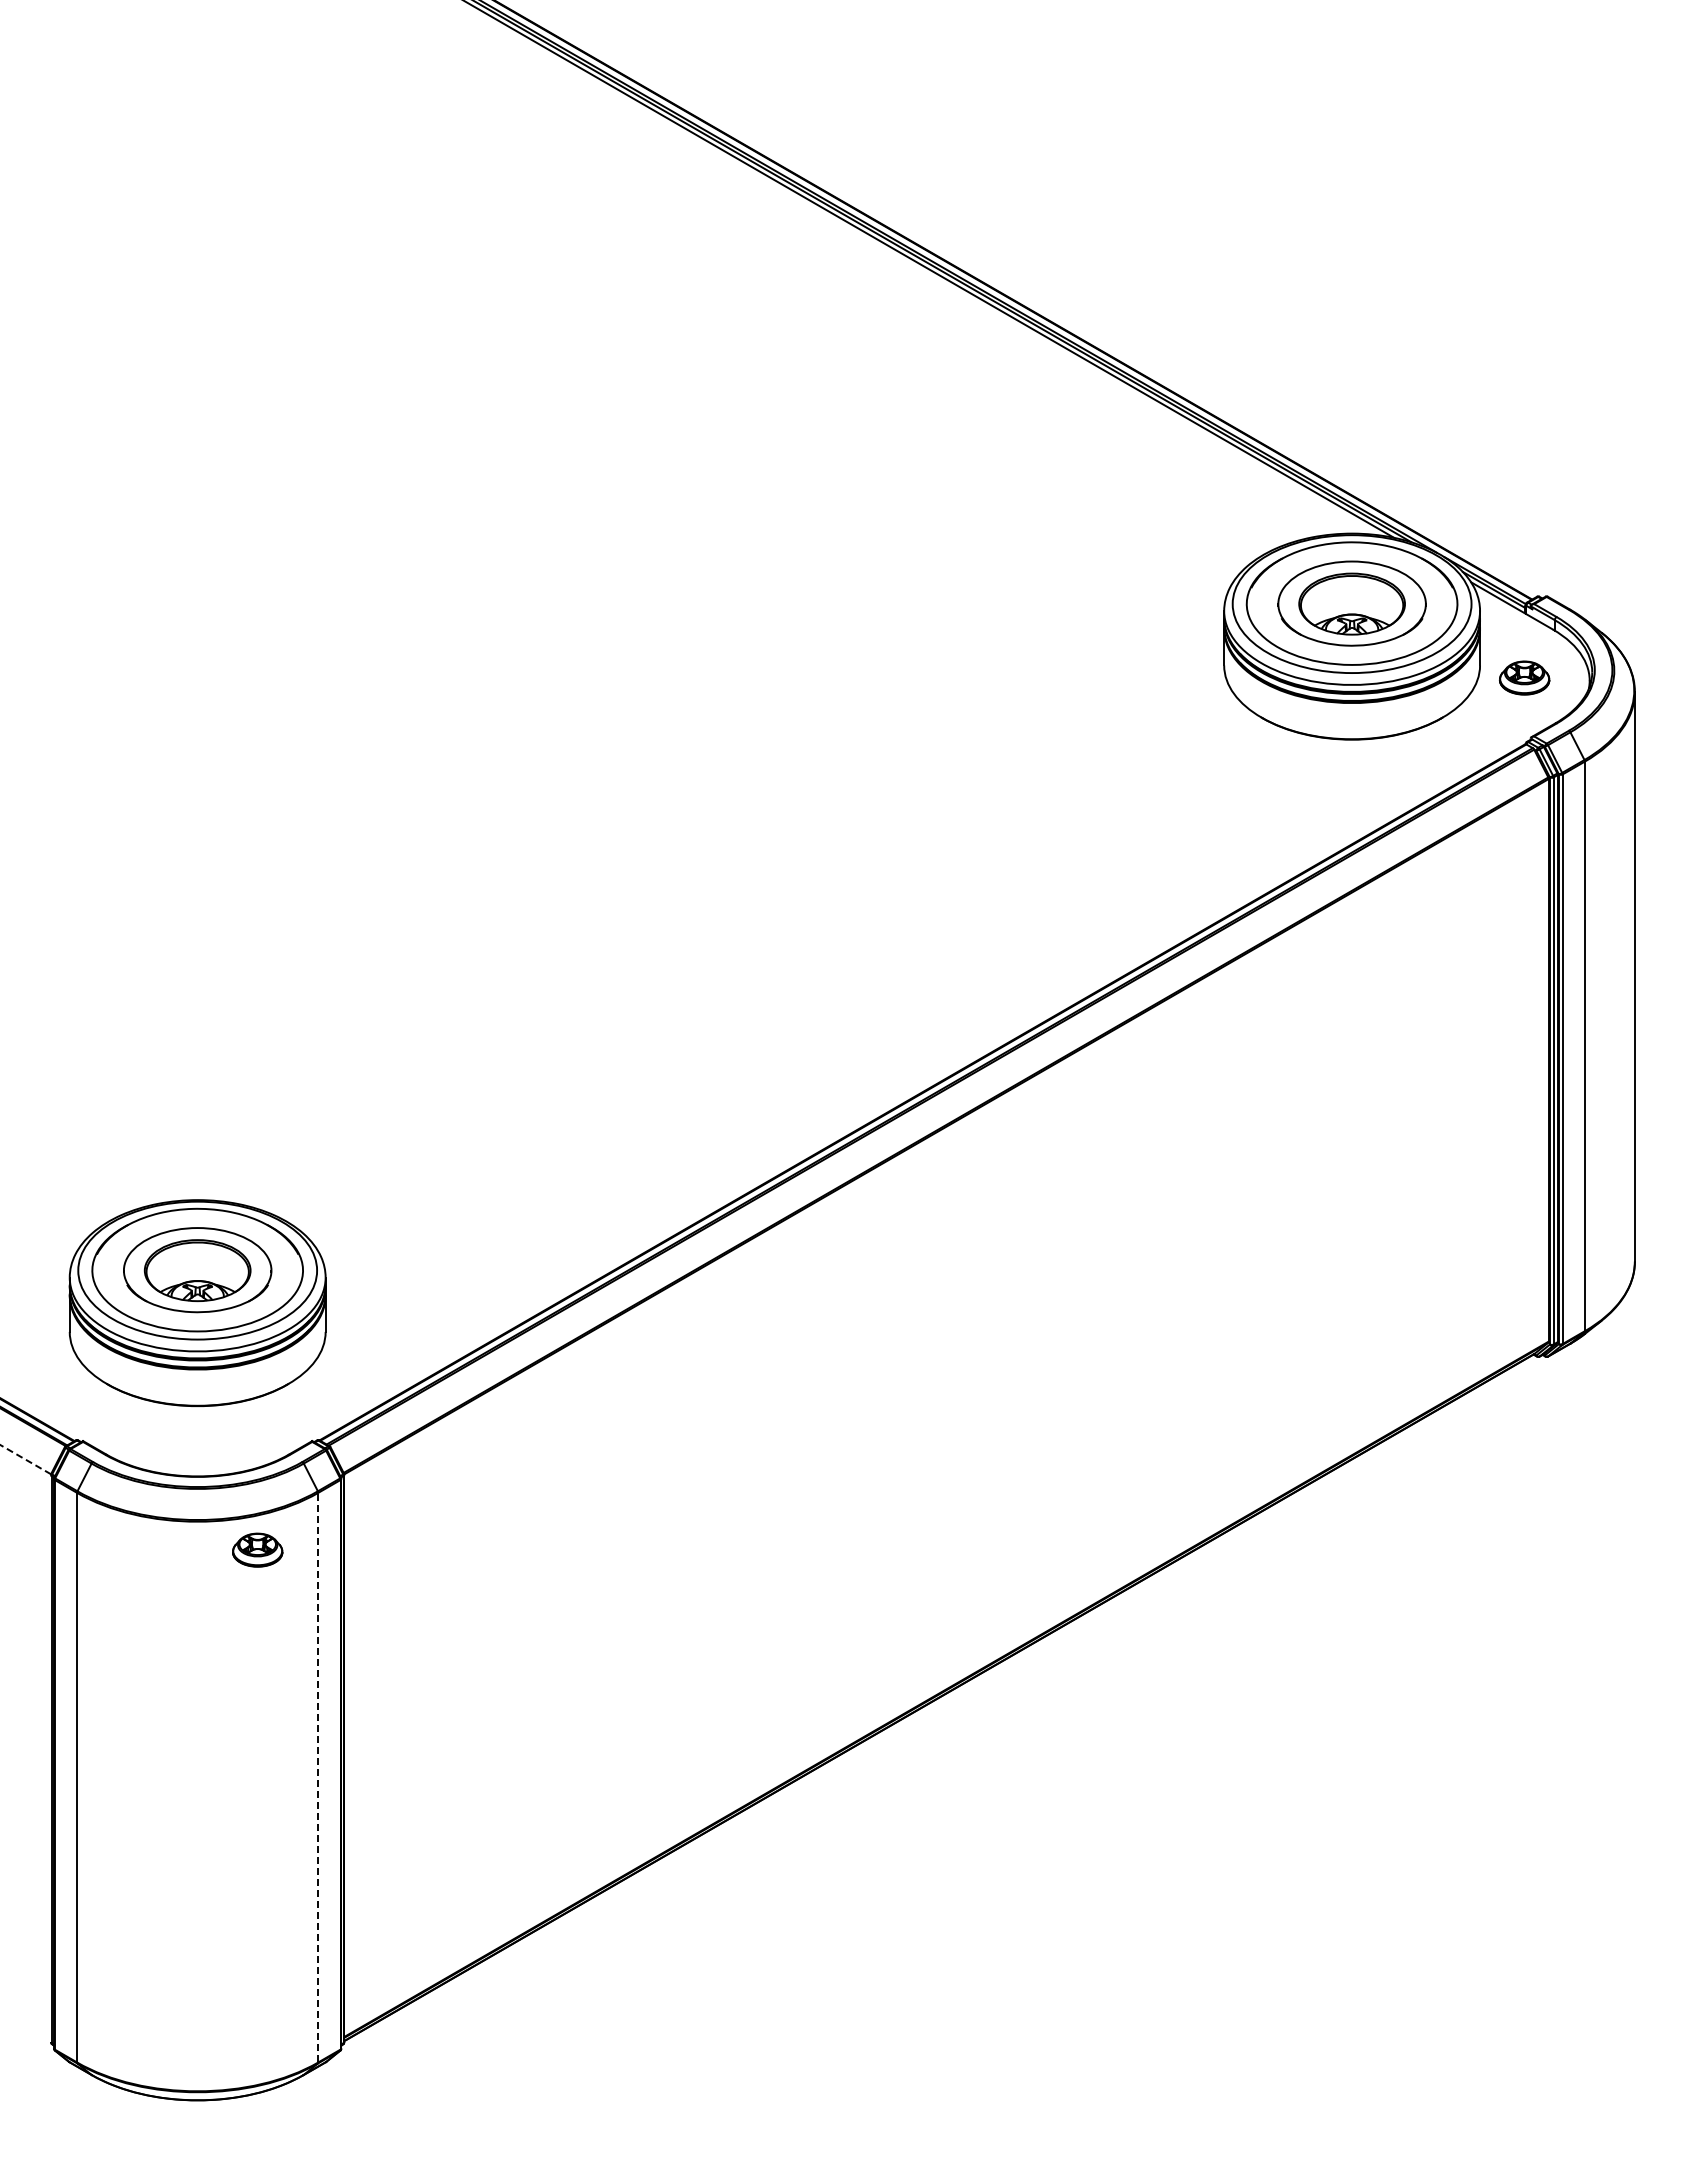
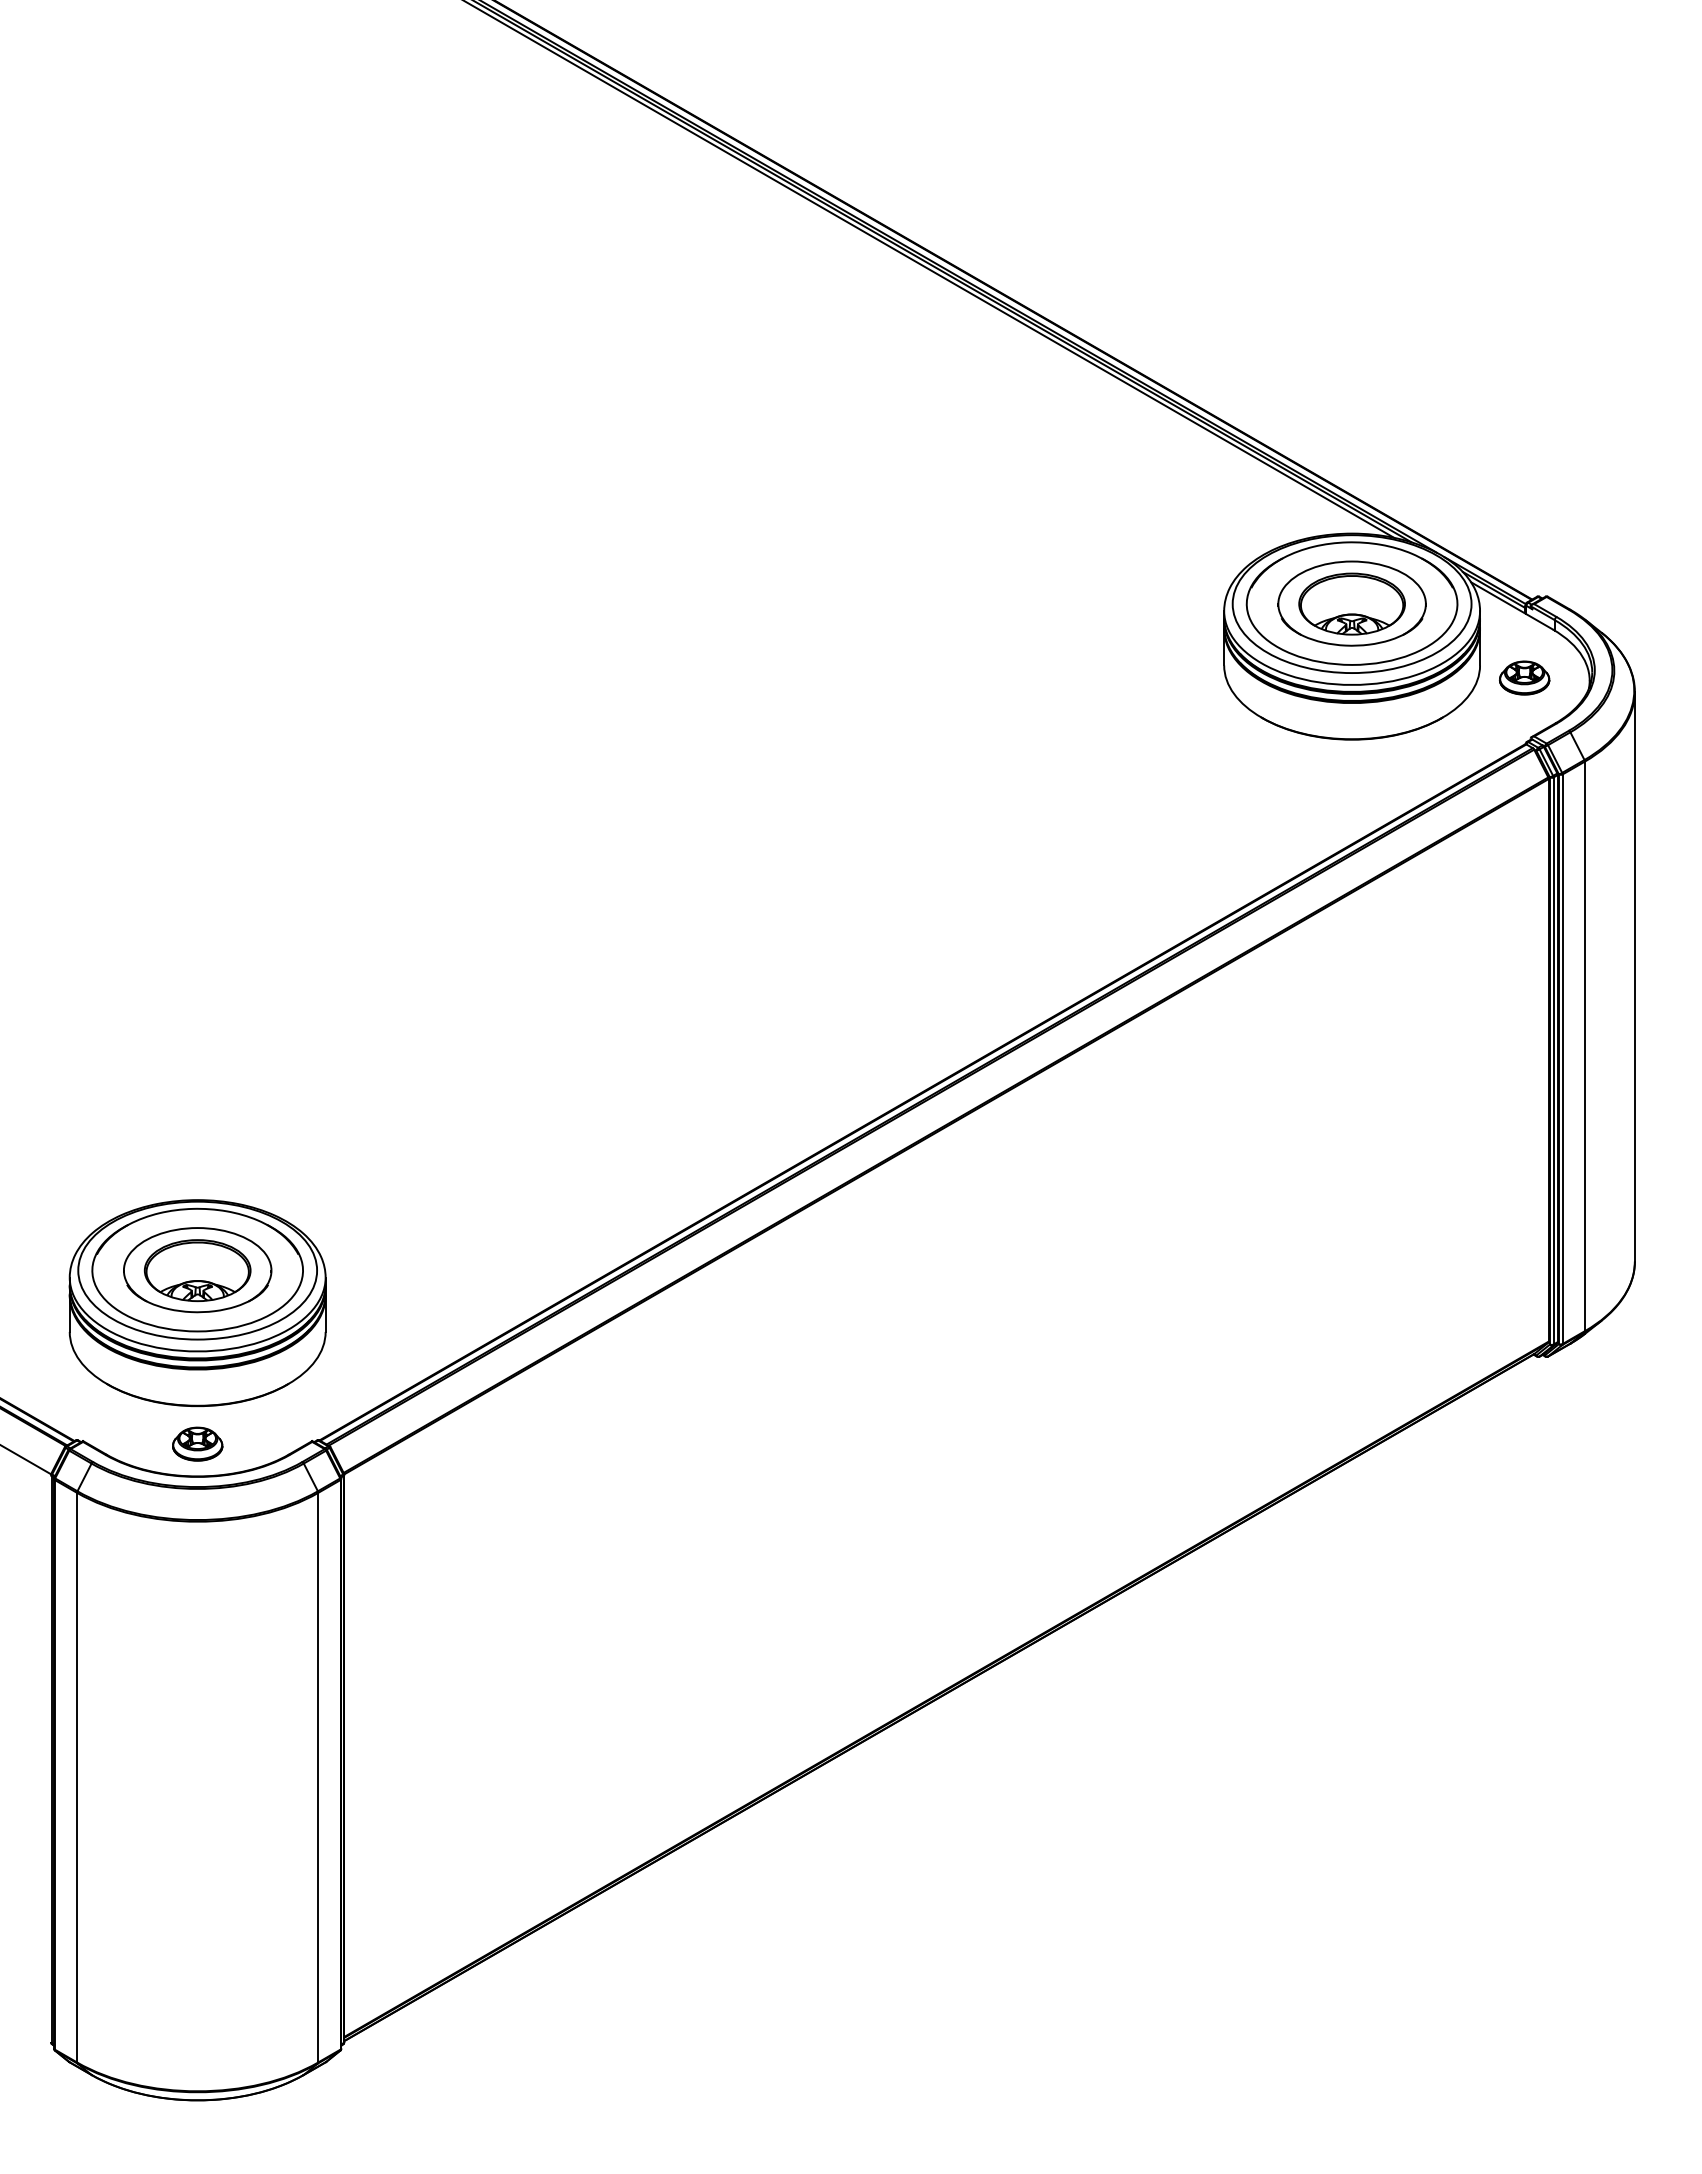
line at (25, 1459): dashed -> solid
part at (257, 1549) position: (257, 1549) -> (197, 1443)
line at (318, 1777): dashed -> solid
